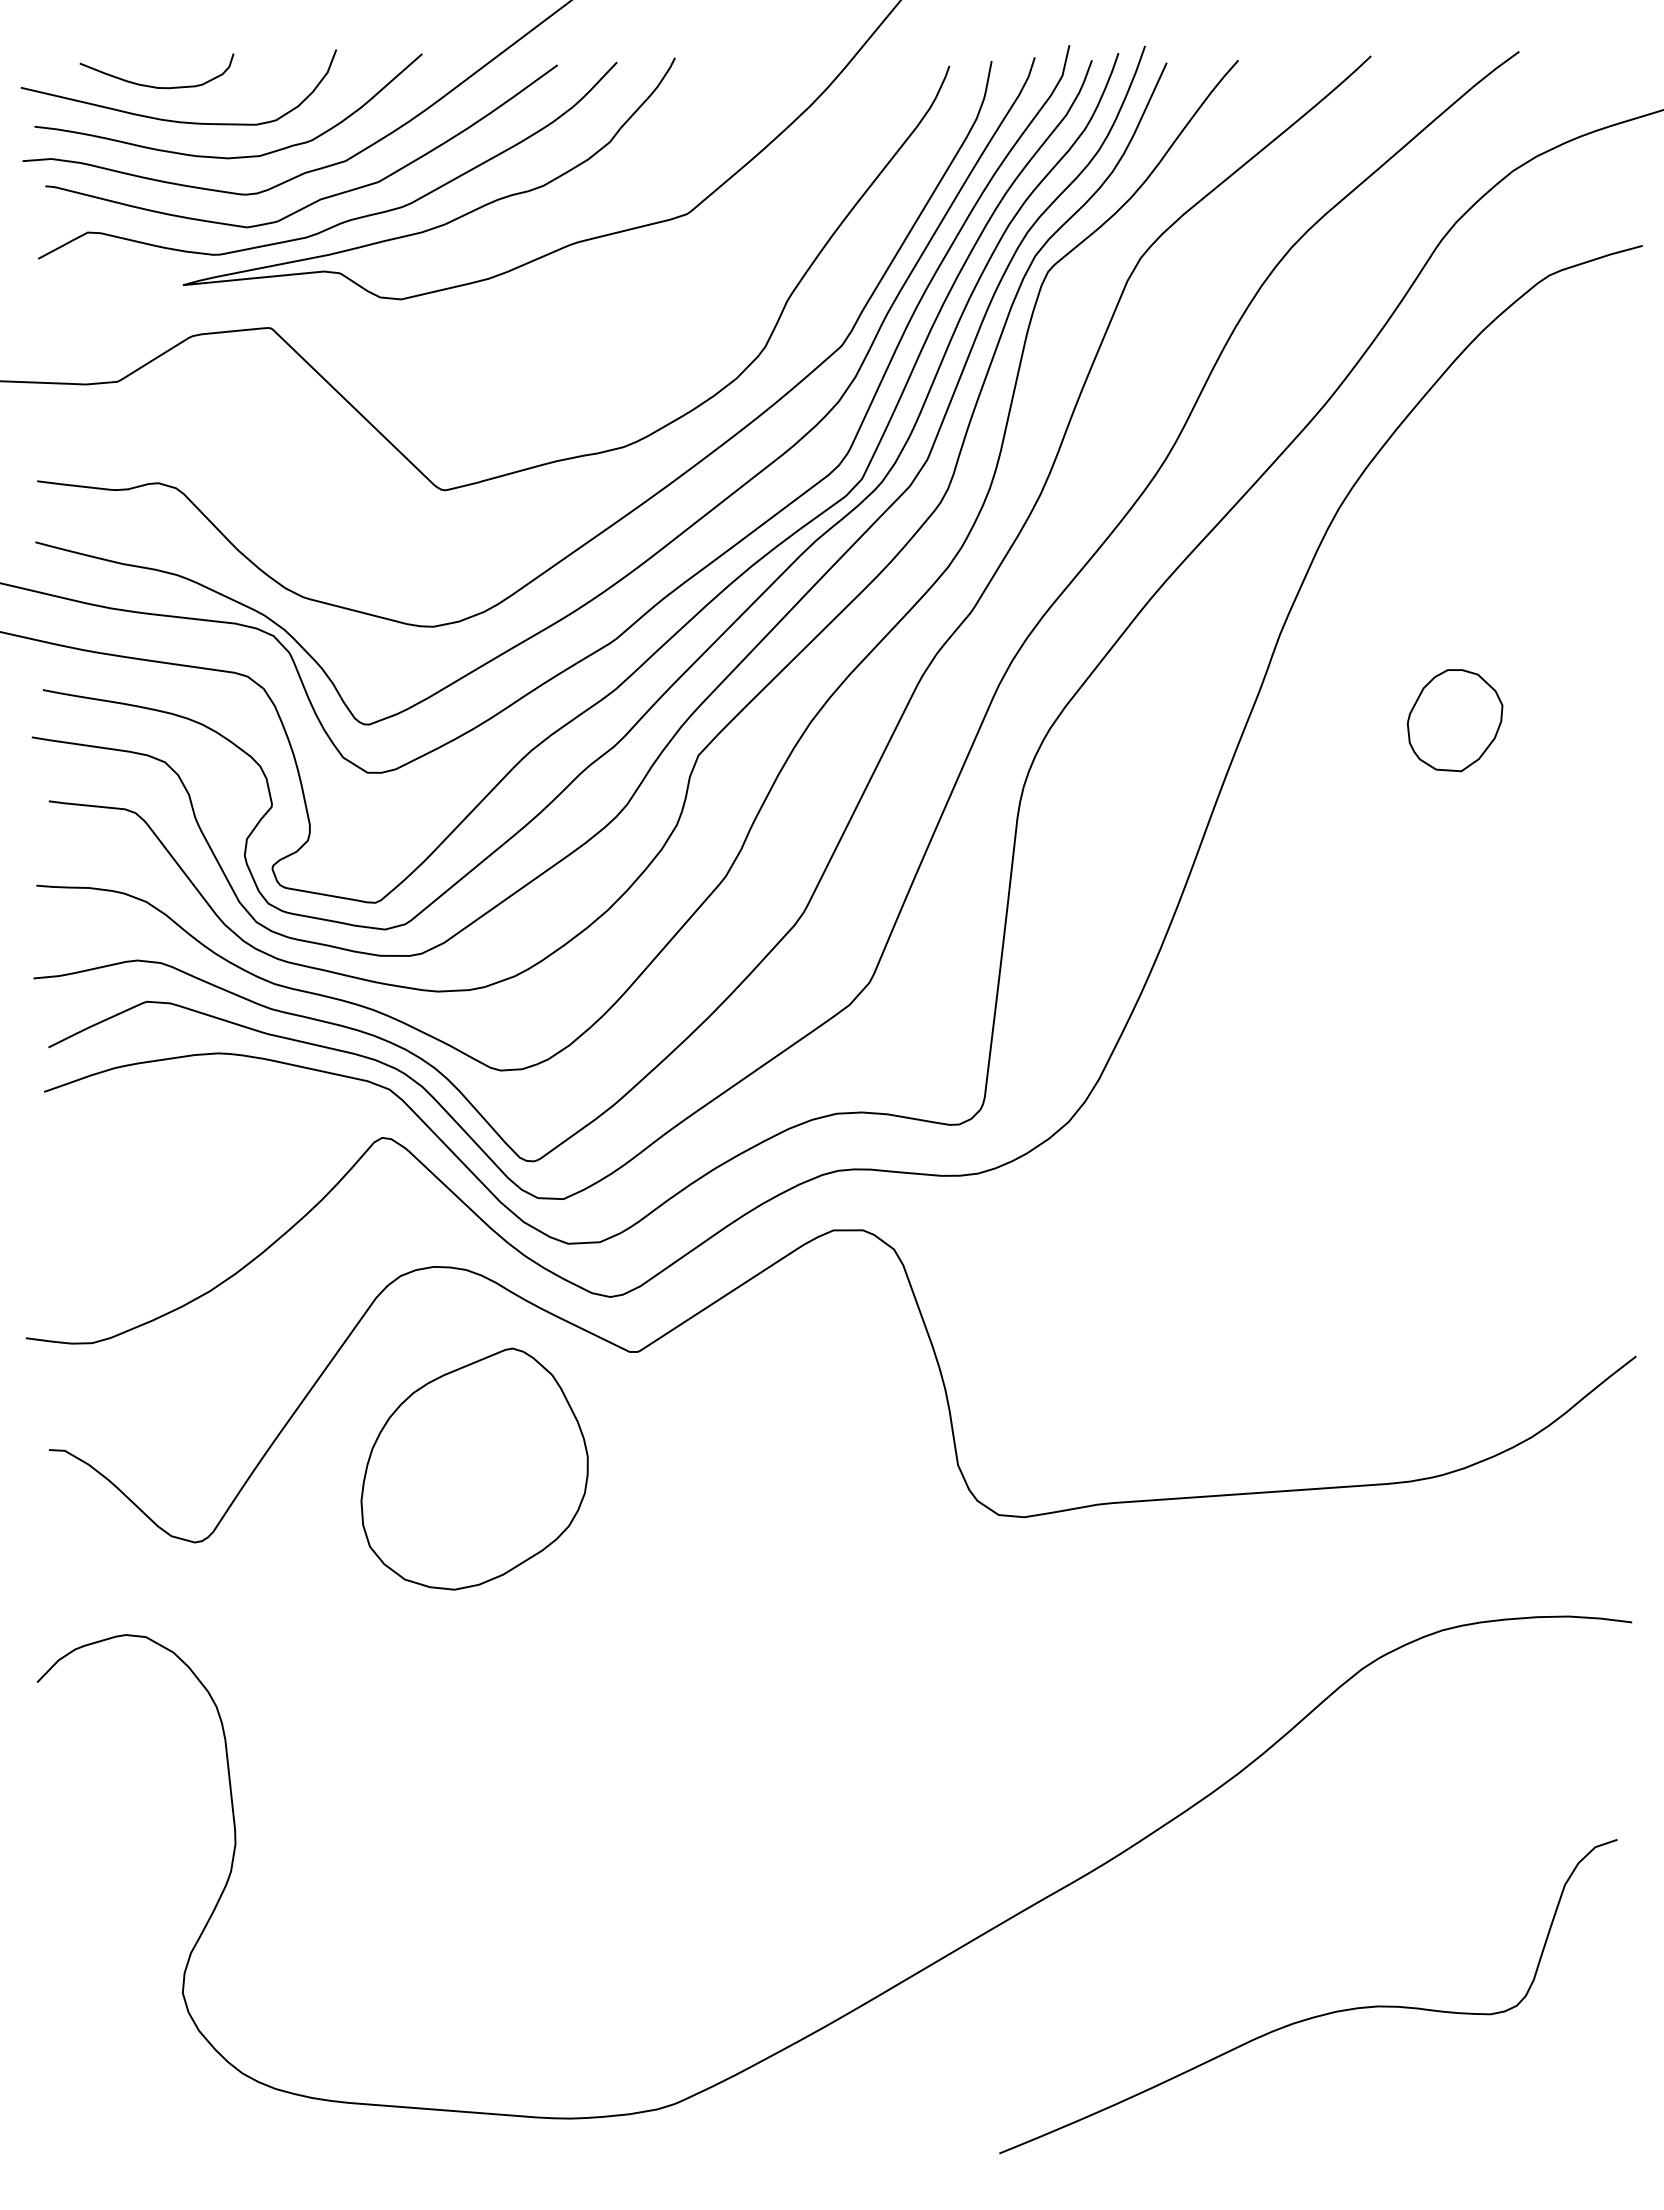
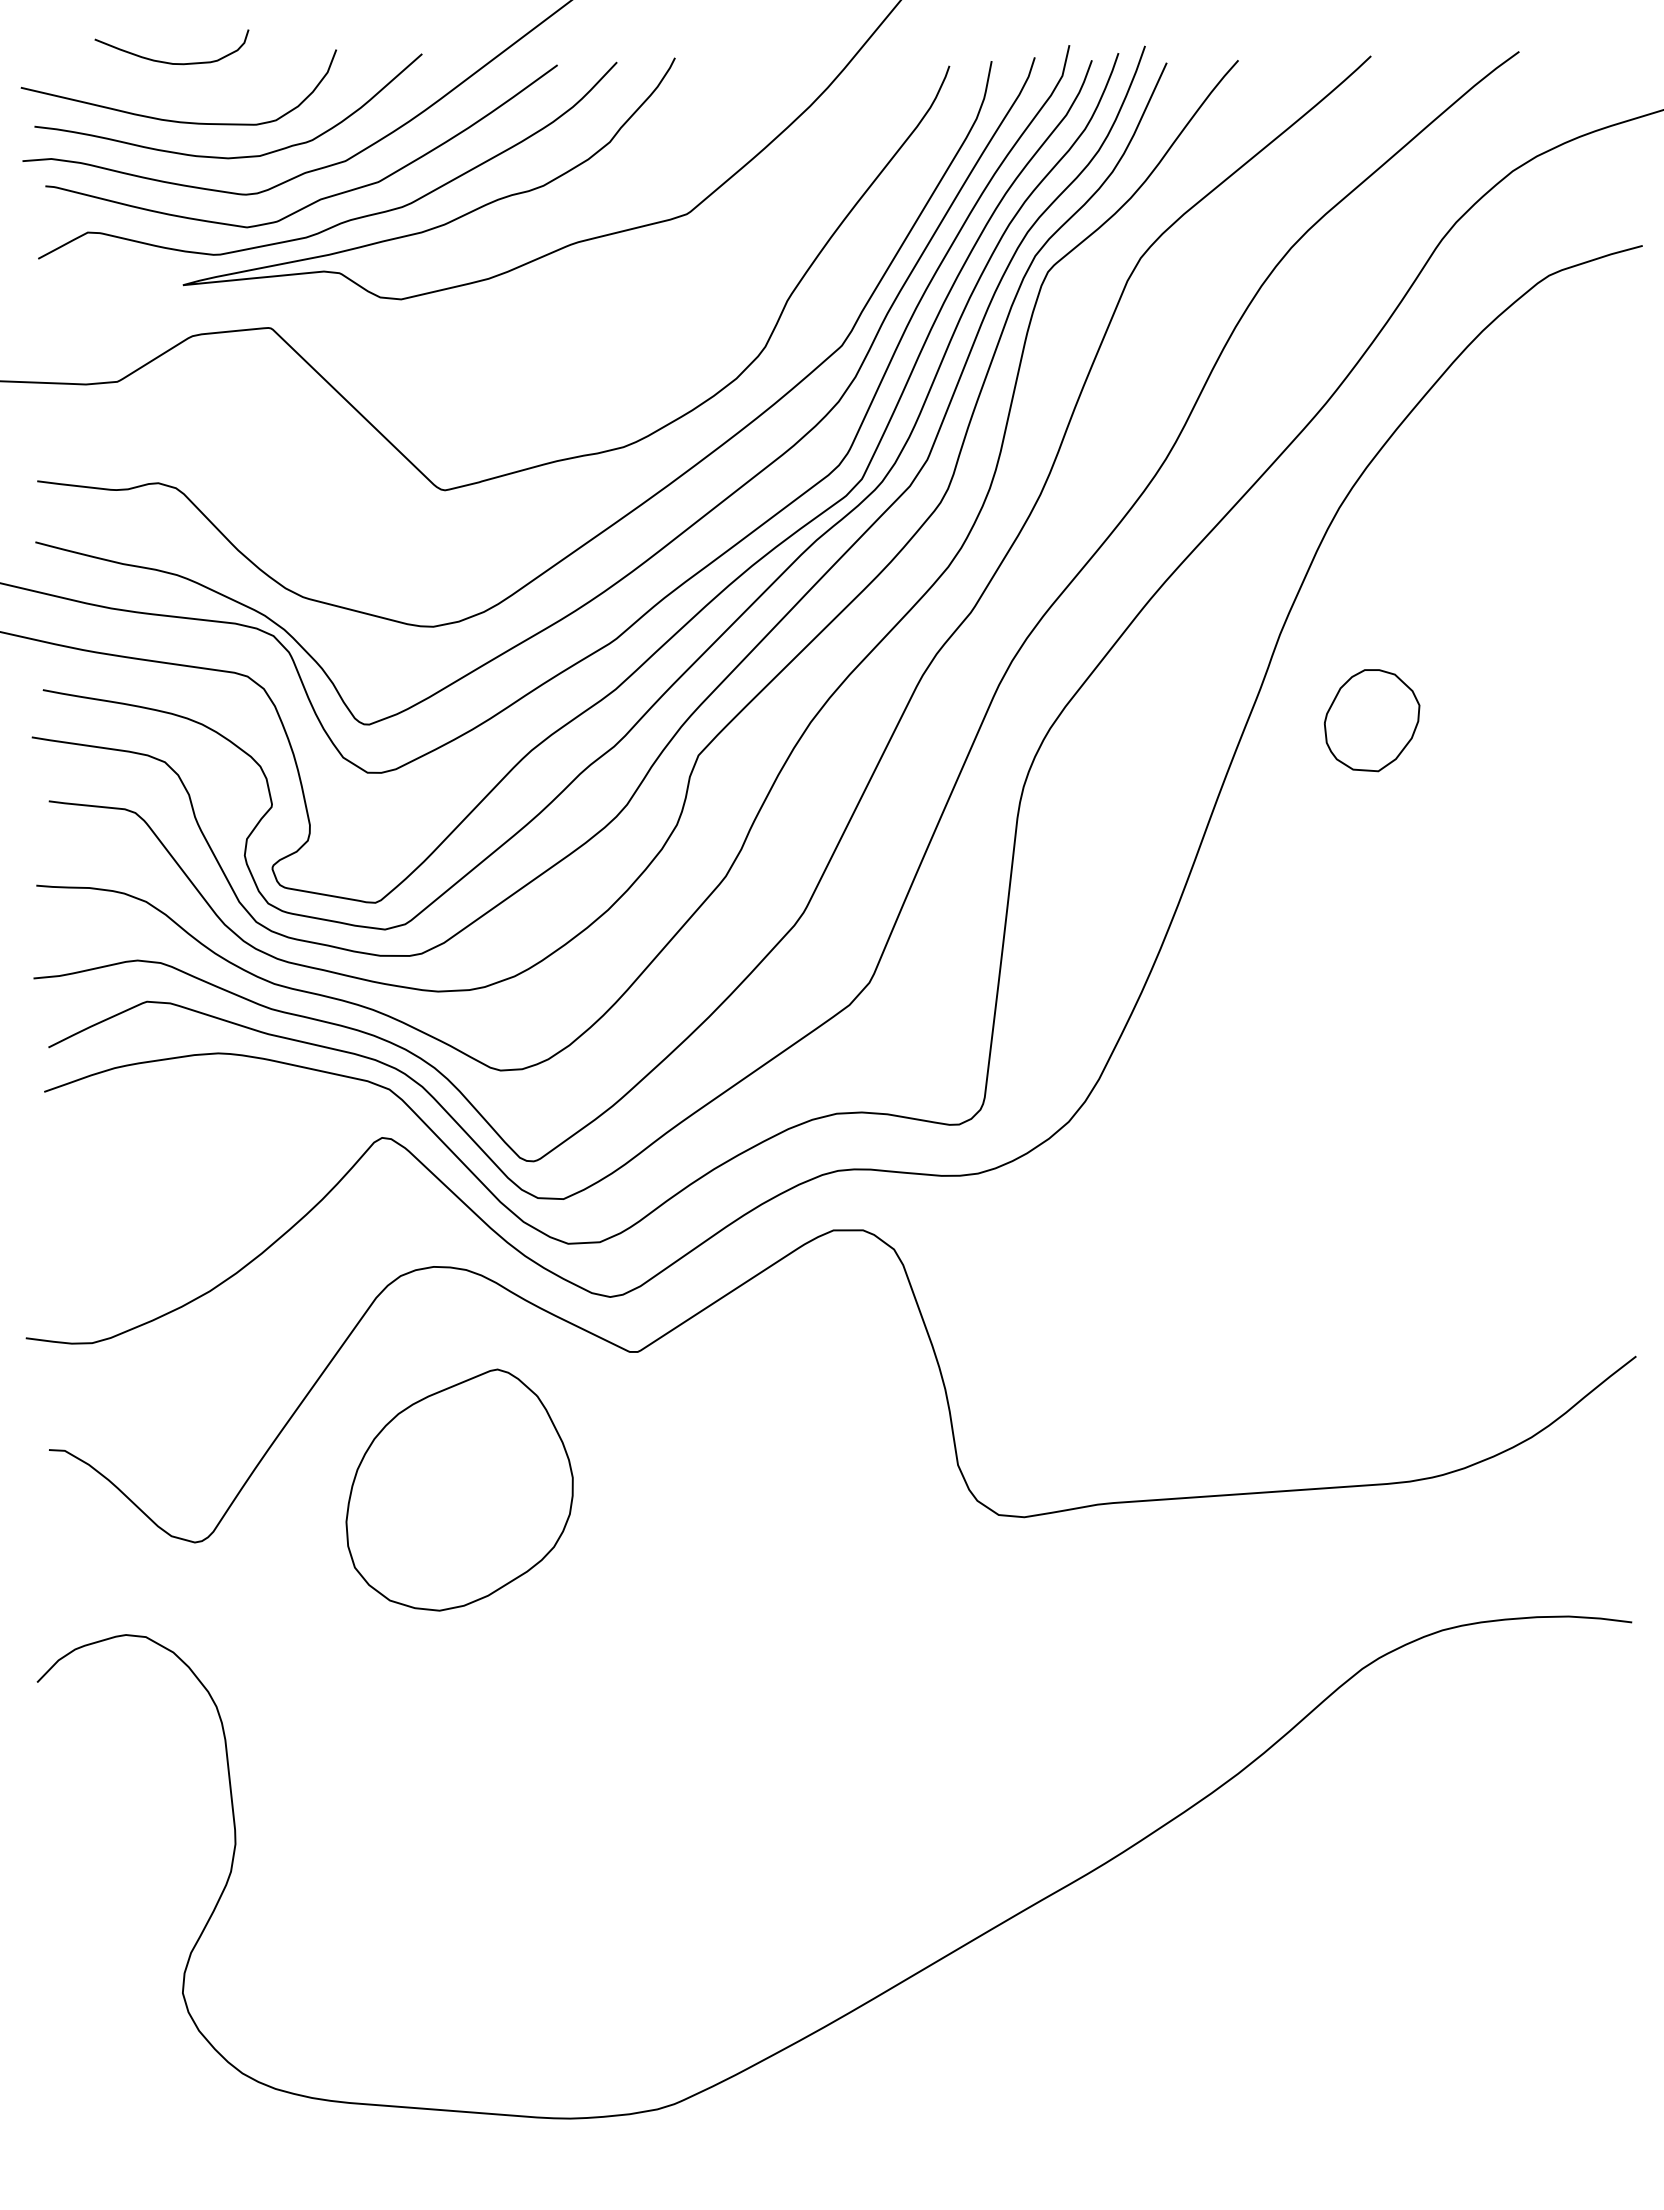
curve at (151, 85) position: (151, 85) -> (166, 61)
part at (1454, 720) position: (1454, 720) -> (1371, 720)
part at (474, 1468) position: (474, 1468) -> (459, 1489)
curve at (1312, 2016): present -> none
